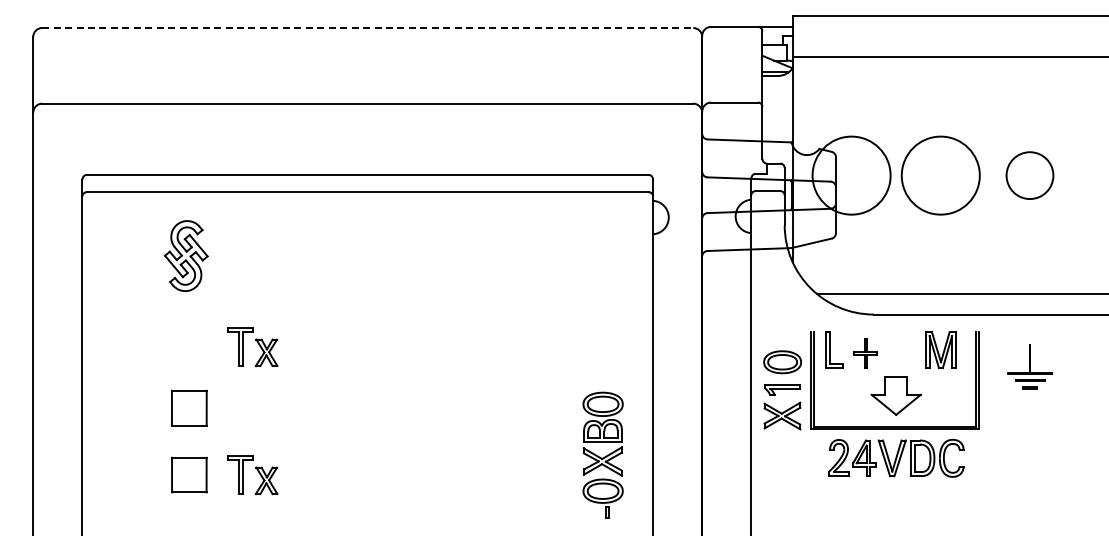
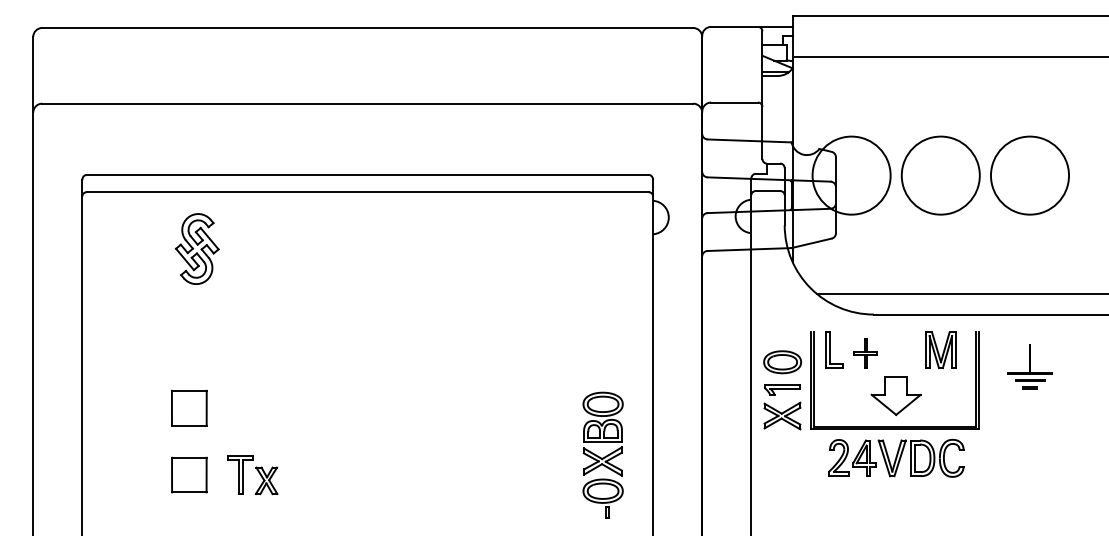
line at (367, 28): dashed -> solid
circle at (1029, 175) diameter: 47 px -> 78 px
part at (185, 255) position: (185, 255) -> (196, 248)
part at (257, 343): present -> none
